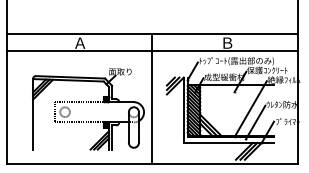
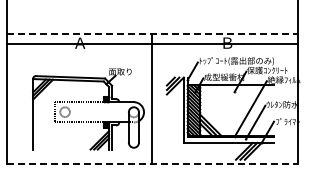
line at (152, 34): solid -> dashed
line at (151, 51) position: (151, 51) -> (151, 44)
line at (152, 163): solid -> dashed
